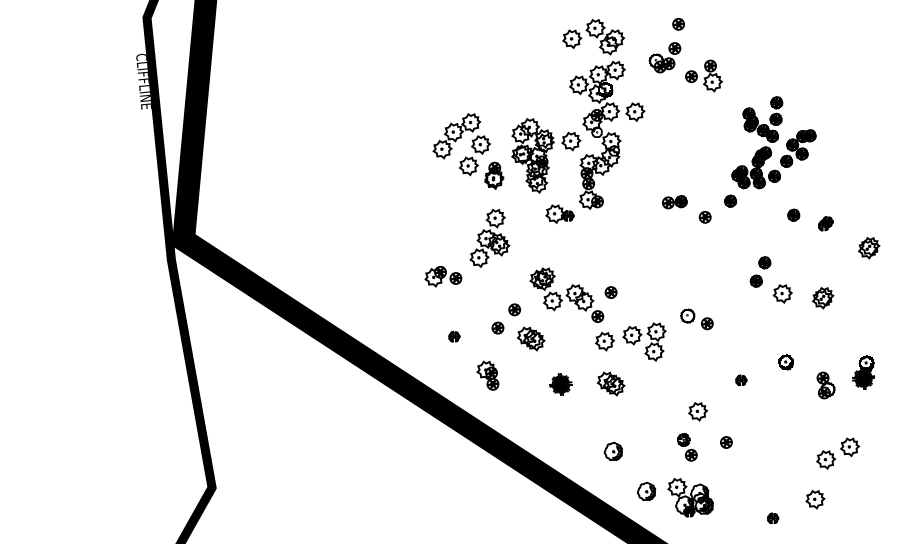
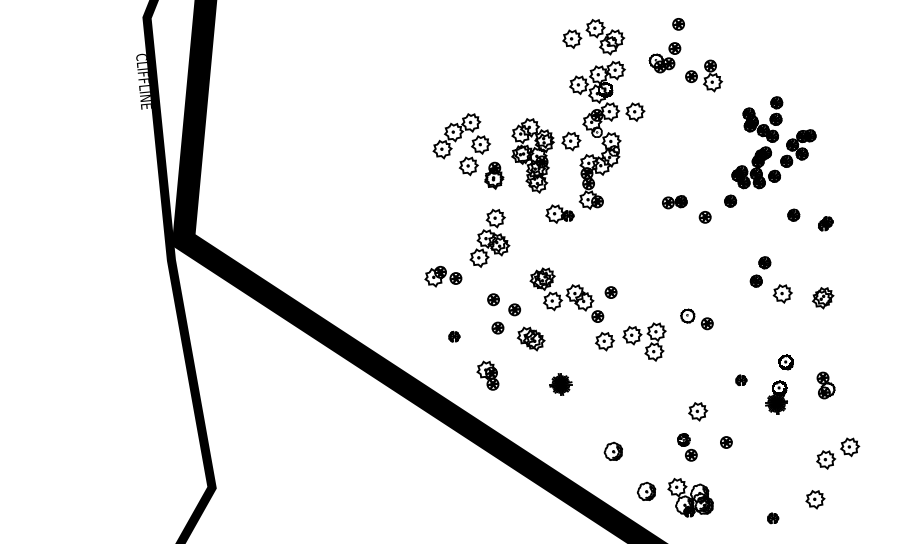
part at (869, 248): present -> none
part at (493, 299): none -> present
part at (863, 372) position: (863, 372) -> (776, 397)
part at (610, 383): present -> none
